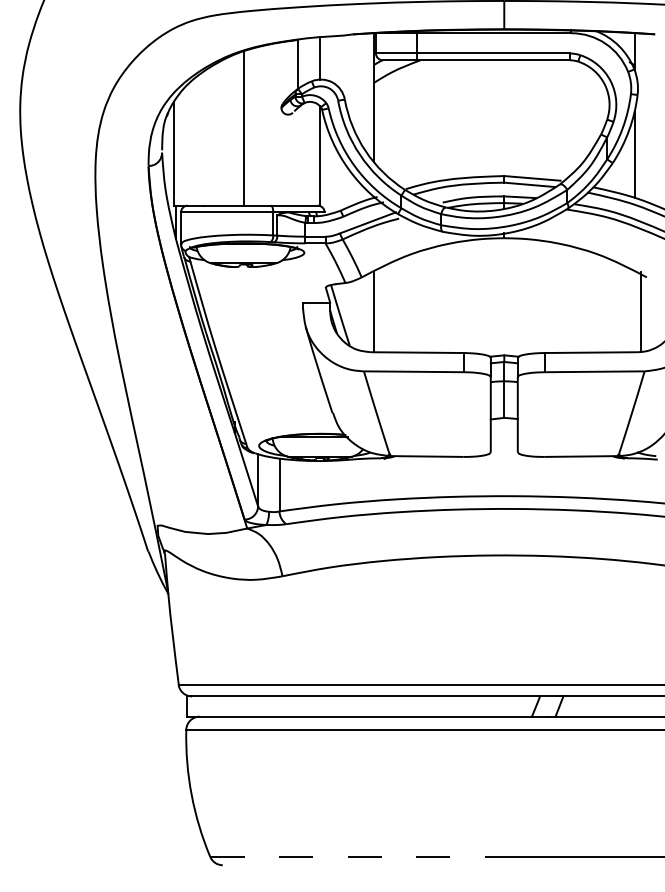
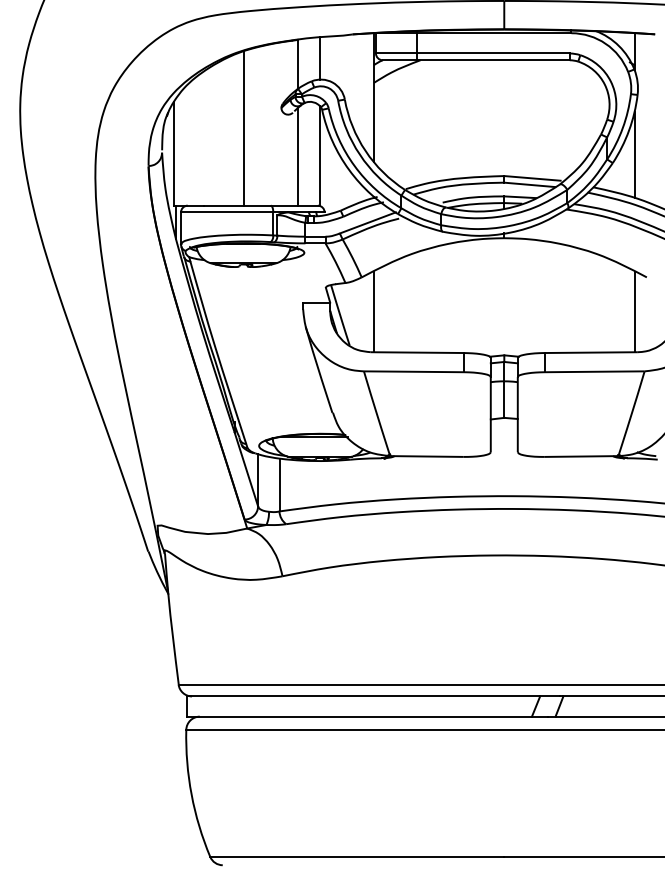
line at (297, 156): none -> present
line at (640, 311) position: (640, 311) -> (634, 311)
line at (357, 856): dashed -> solid
